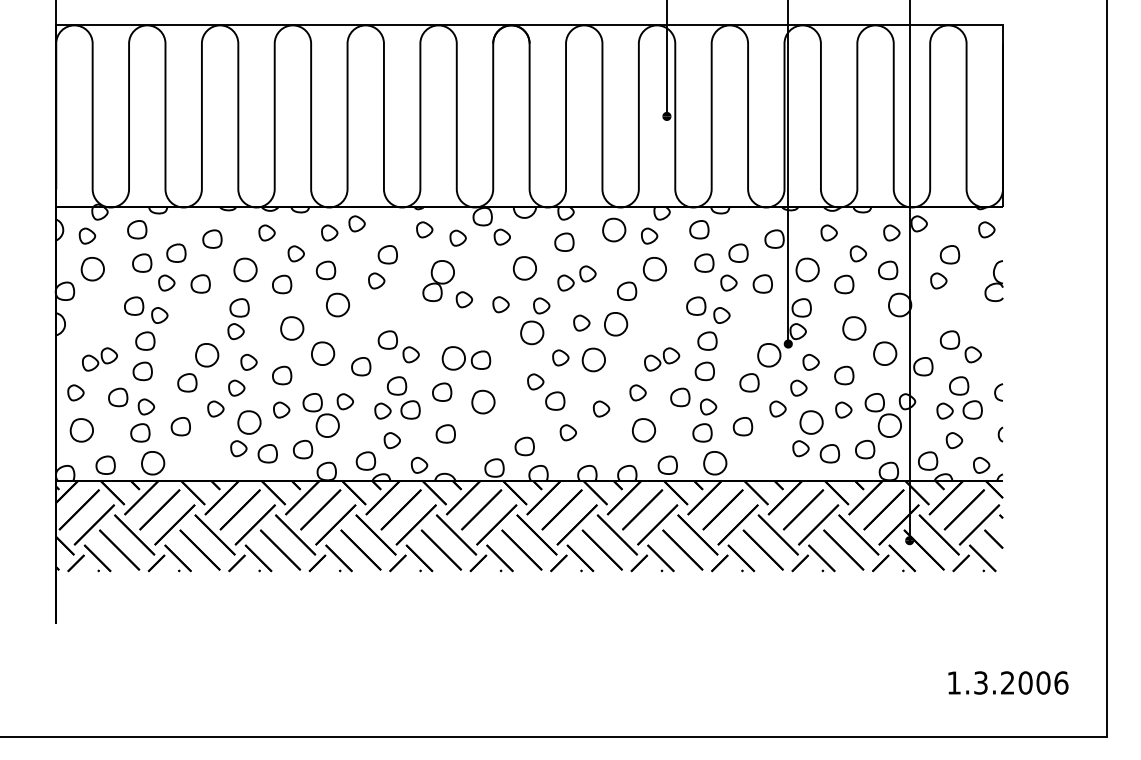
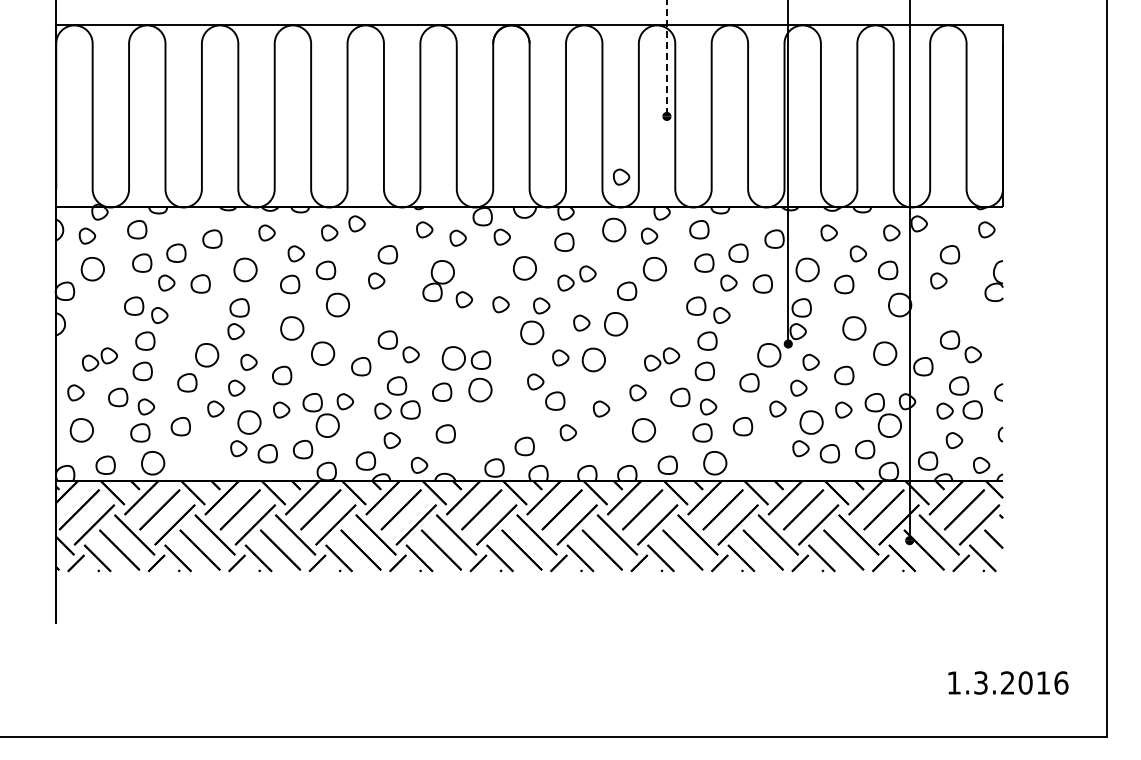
line at (666, 58): solid -> dashed
part at (621, 176): none -> present
part at (282, 284) position: (282, 284) -> (290, 284)
part at (483, 401) position: (483, 401) -> (480, 389)
text at (1043, 682): 1.3.2006 -> 1.3.2016
